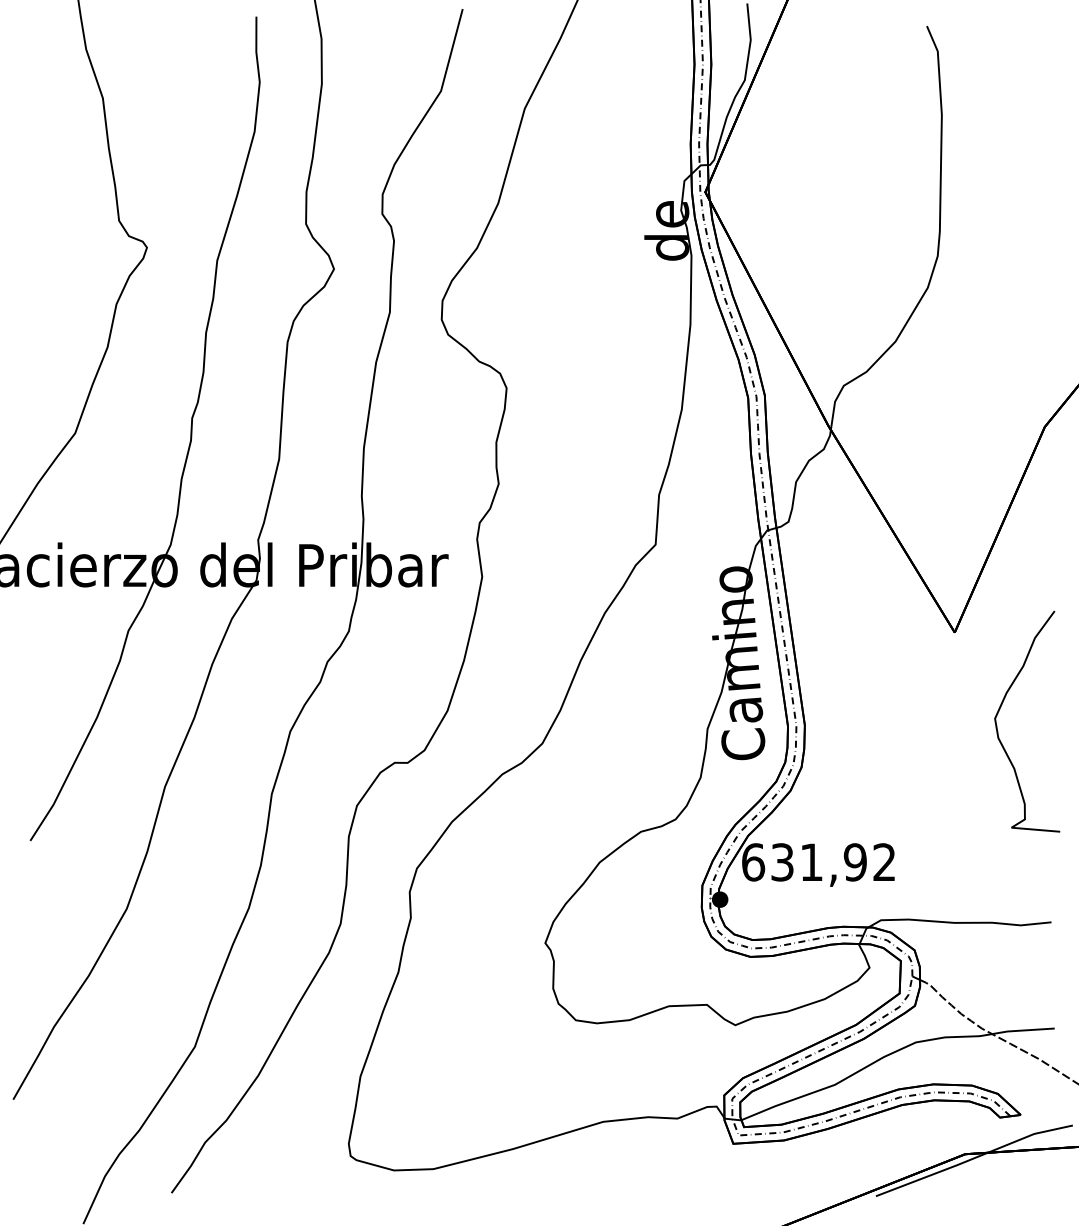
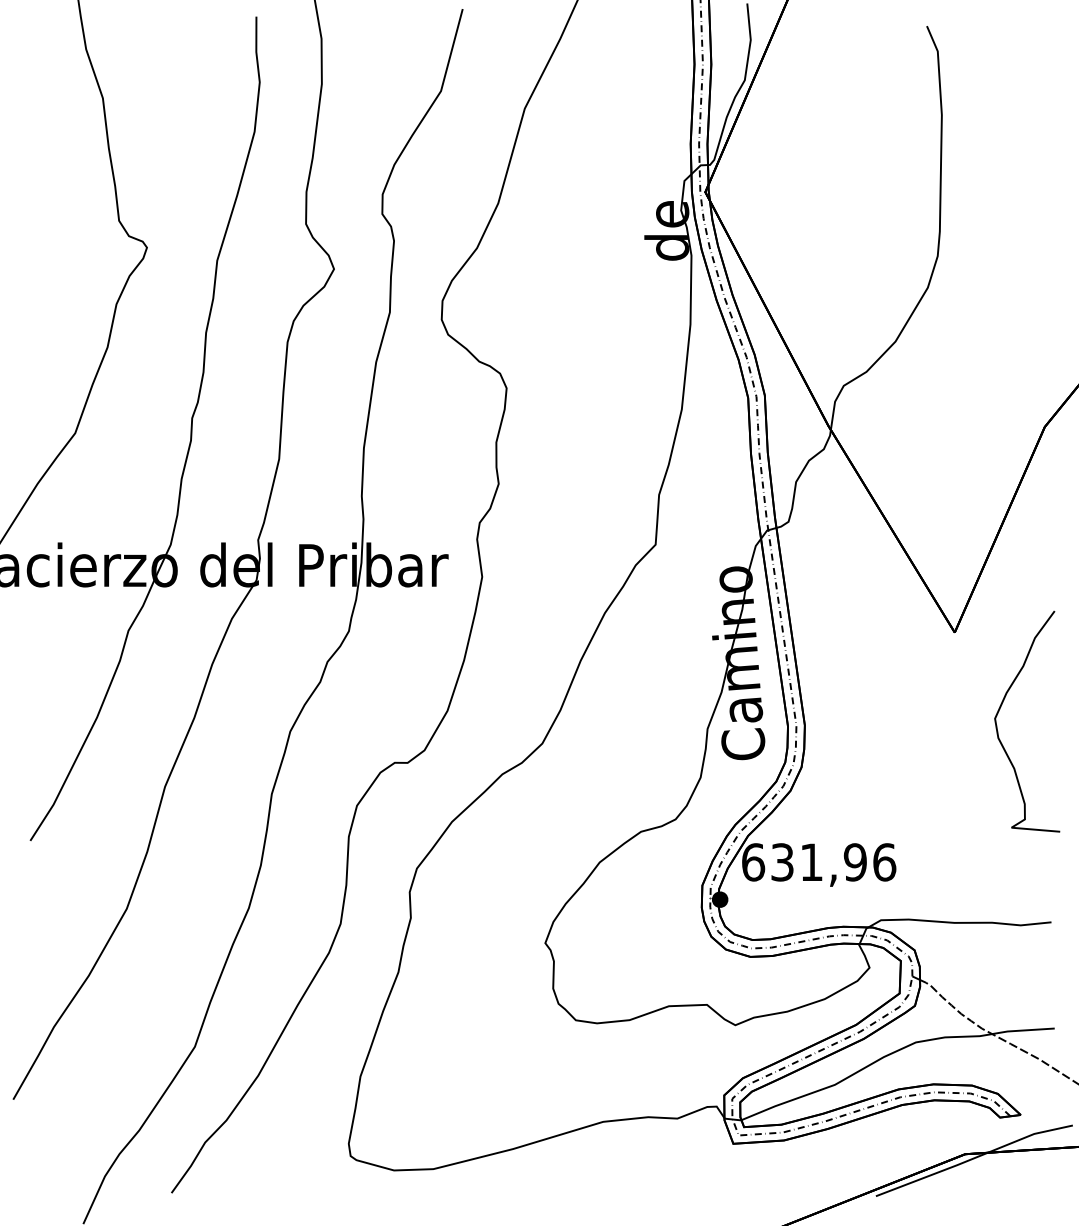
text at (884, 862): 631,92 -> 631,96
